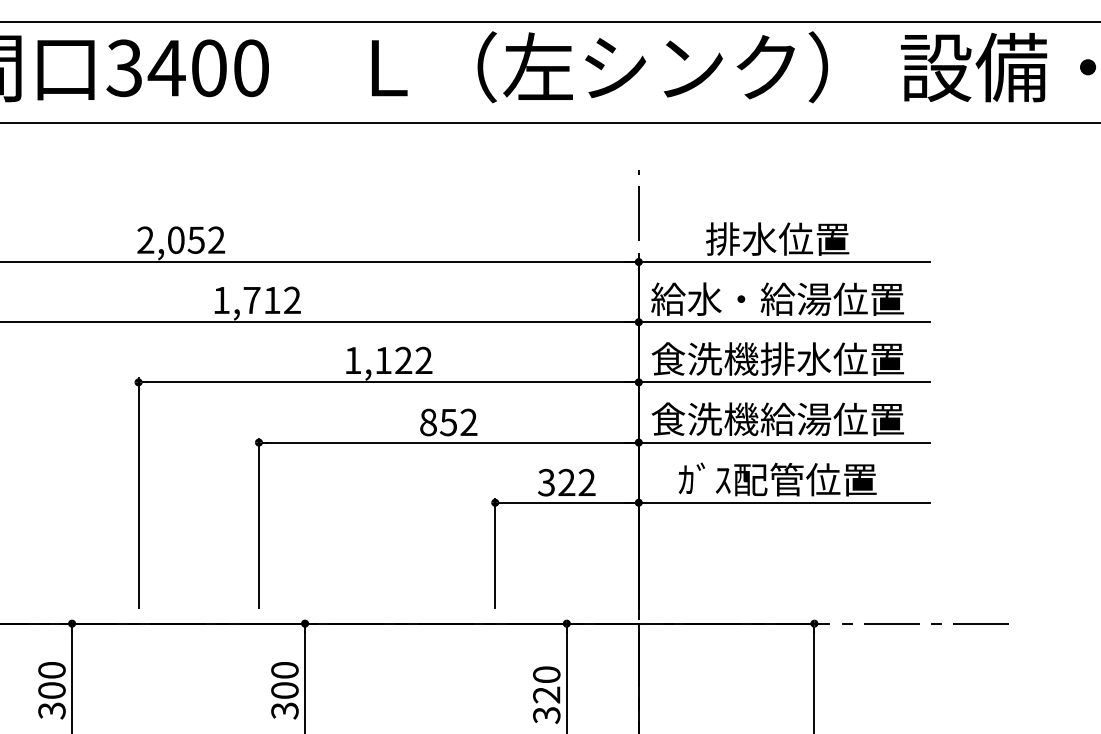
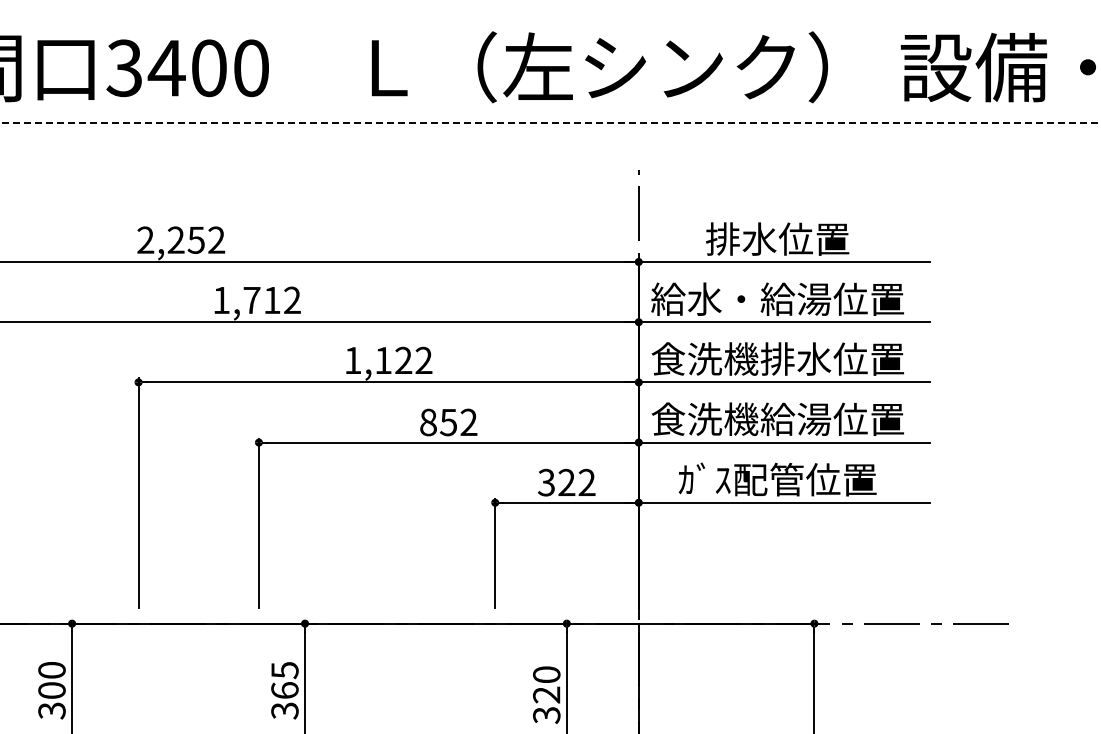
line at (549, 21): present -> none
line at (551, 122): solid -> dashed
text at (175, 239): 2,052 -> 2,252
text at (284, 680): 300 -> 365
